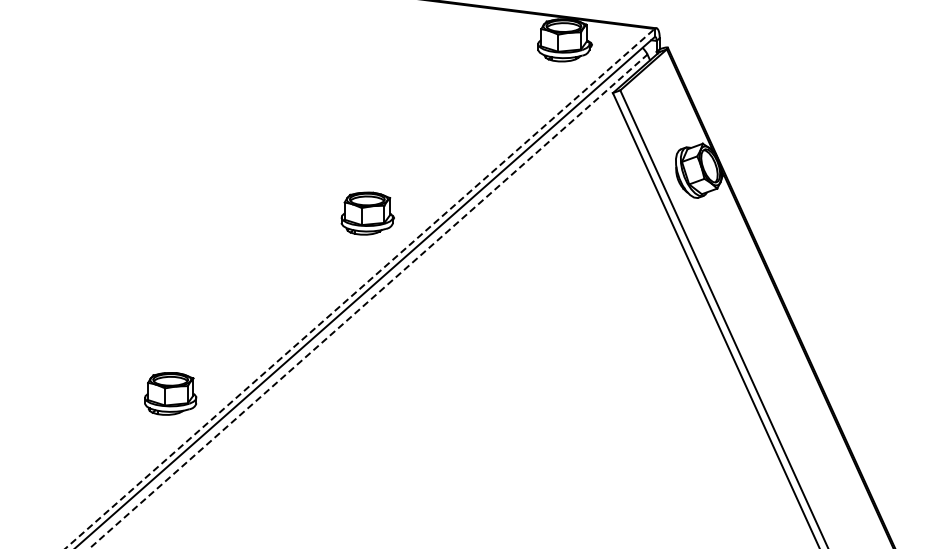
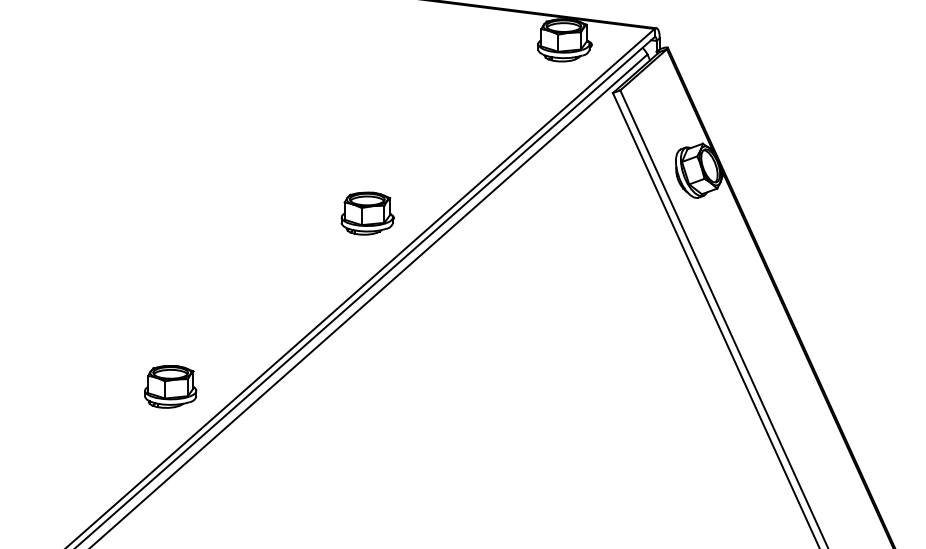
line at (360, 288): dashed -> solid
line at (368, 301): dashed -> solid
part at (170, 393) position: (170, 393) -> (170, 386)
